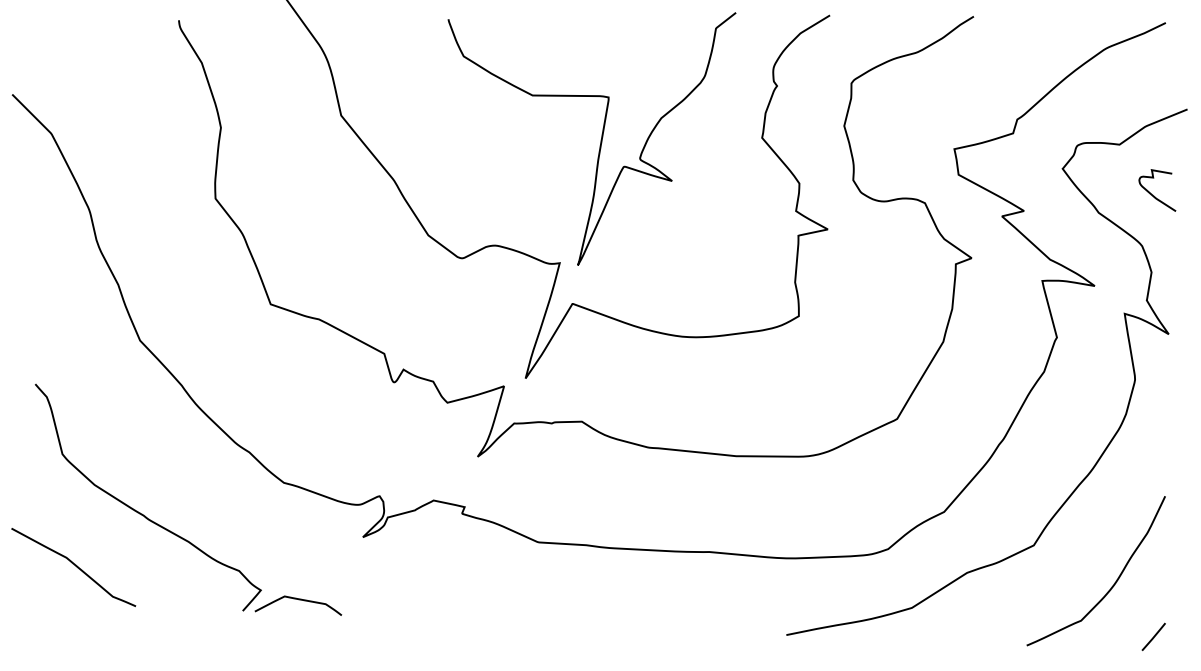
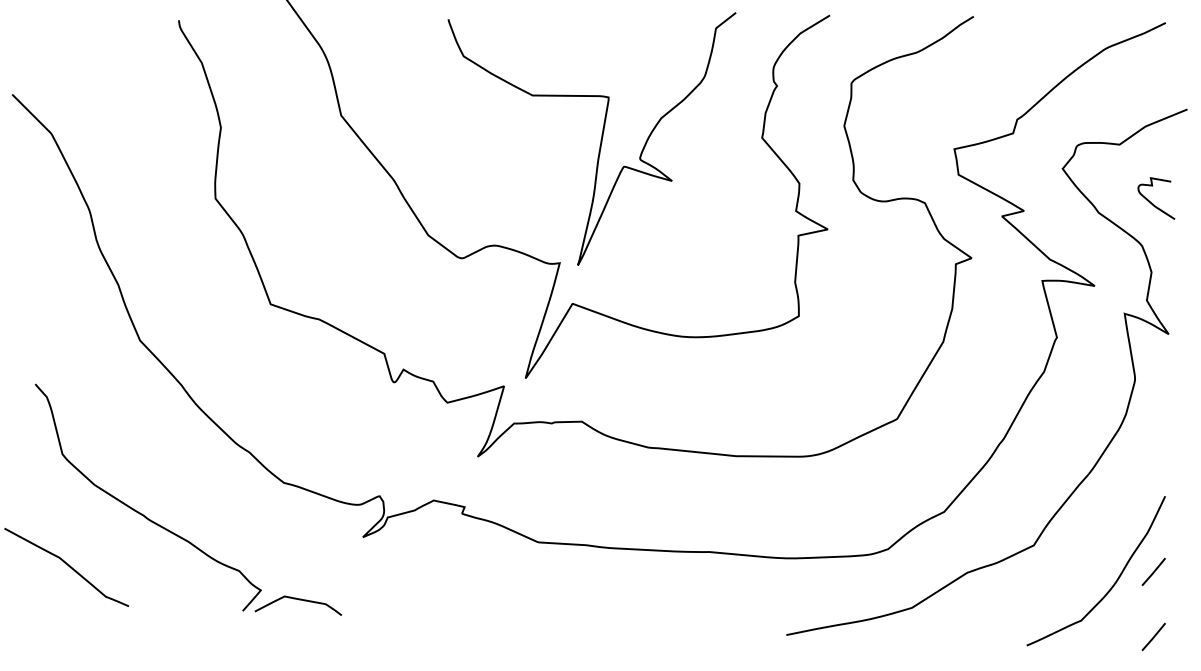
curve at (1154, 195) position: (1154, 195) -> (1153, 203)
curve at (74, 565) position: (74, 565) -> (67, 565)
line at (1153, 571): none -> present
